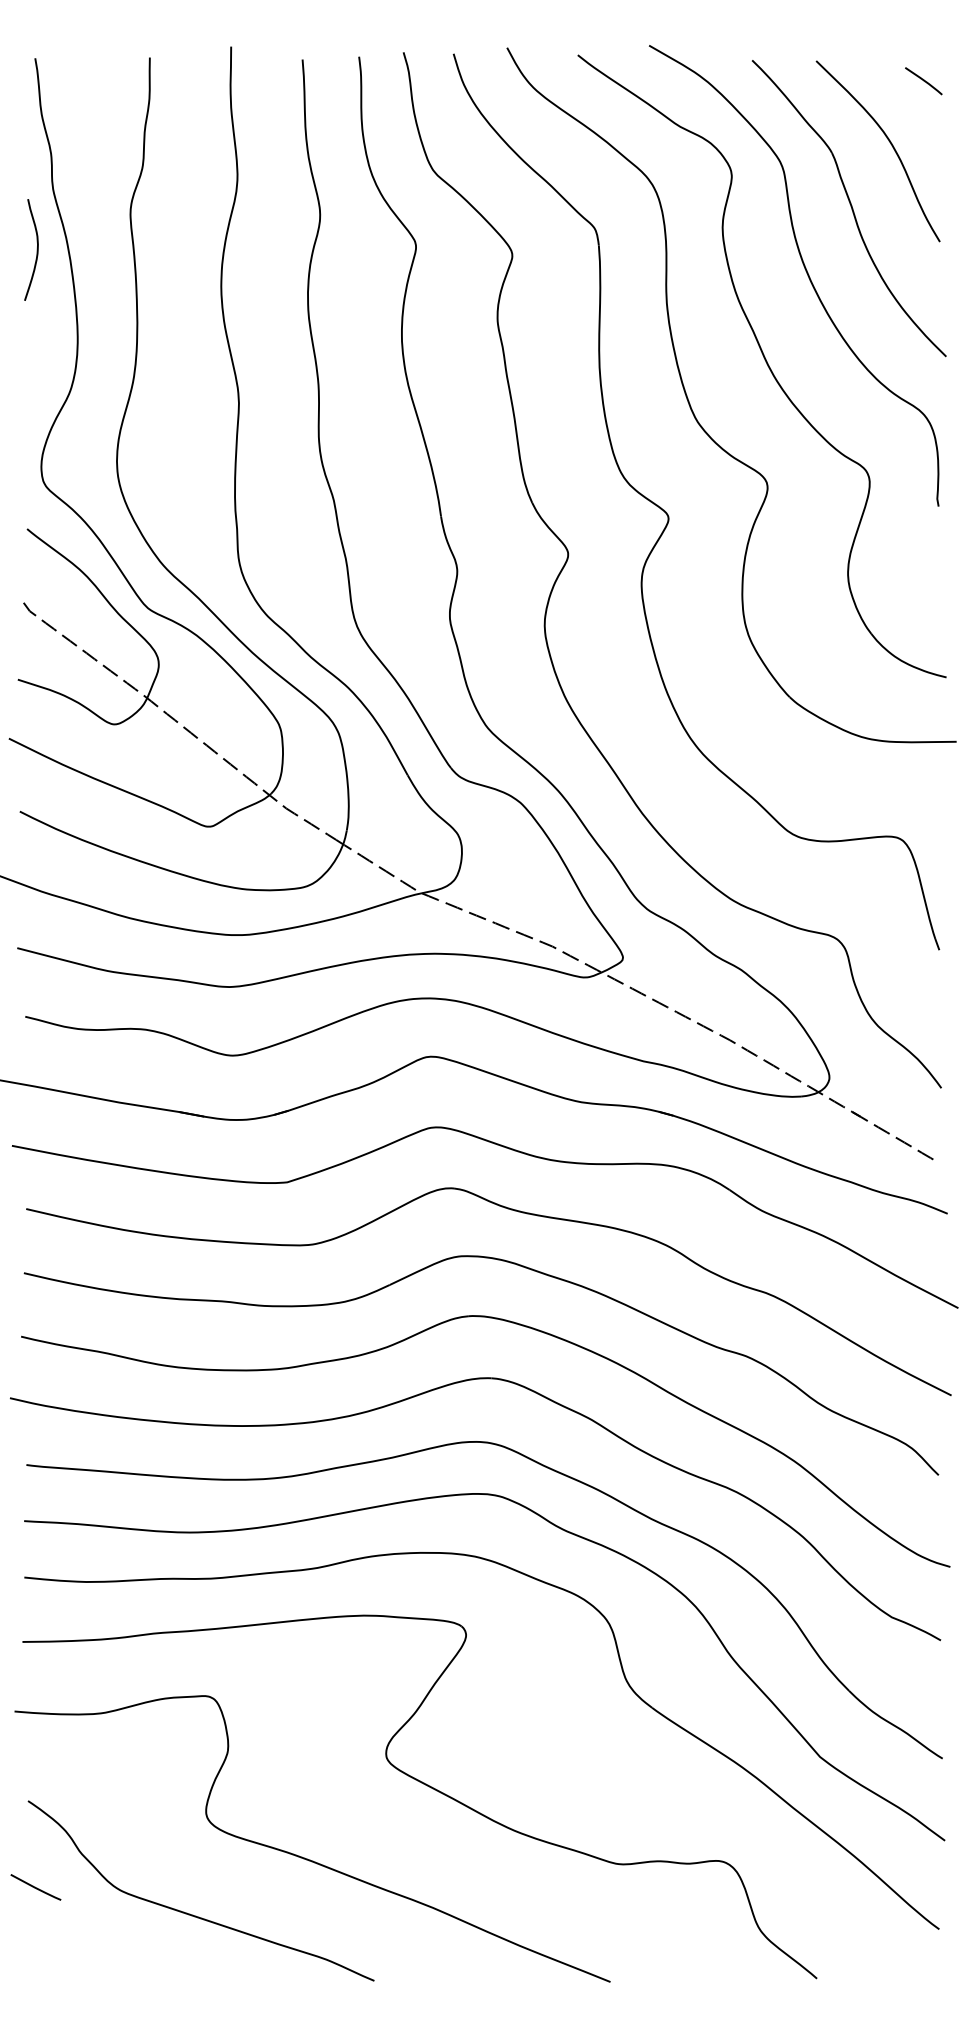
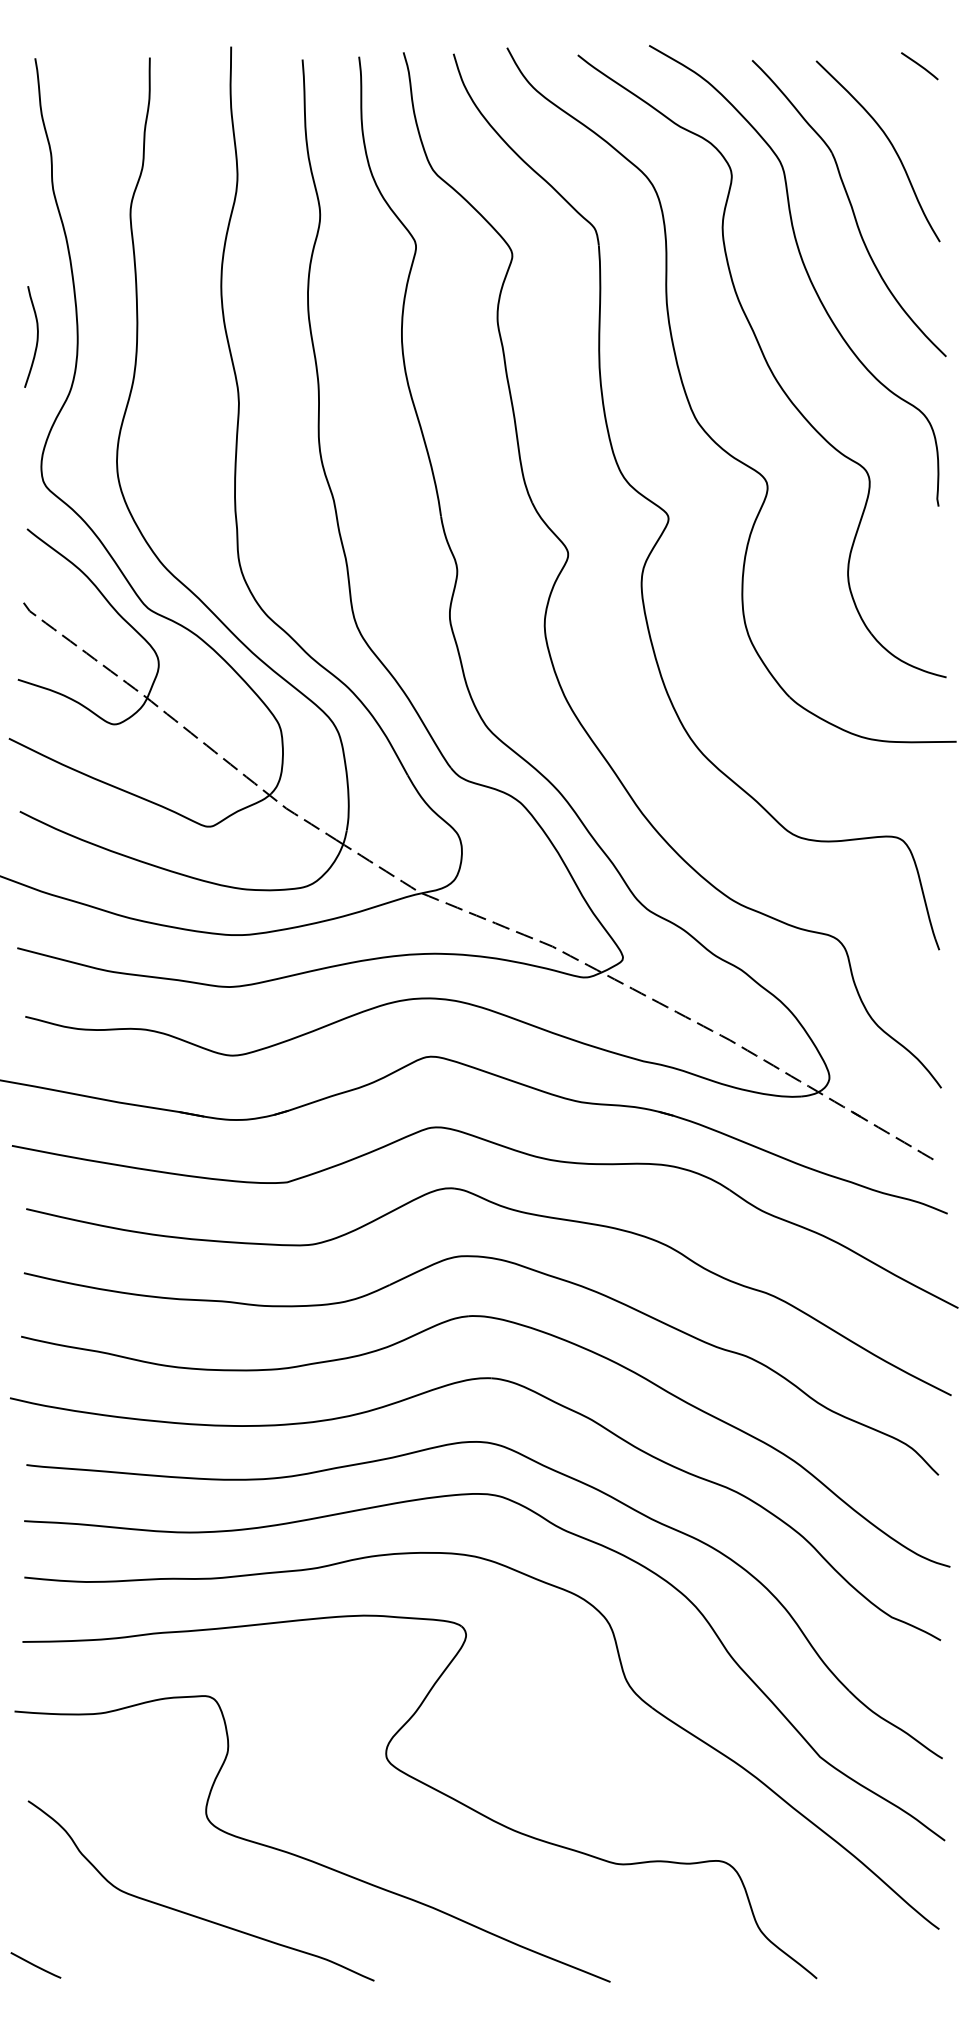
line at (923, 81) position: (923, 81) -> (919, 66)
curve at (36, 249) position: (36, 249) -> (36, 336)
line at (35, 1887) position: (35, 1887) -> (35, 1965)
